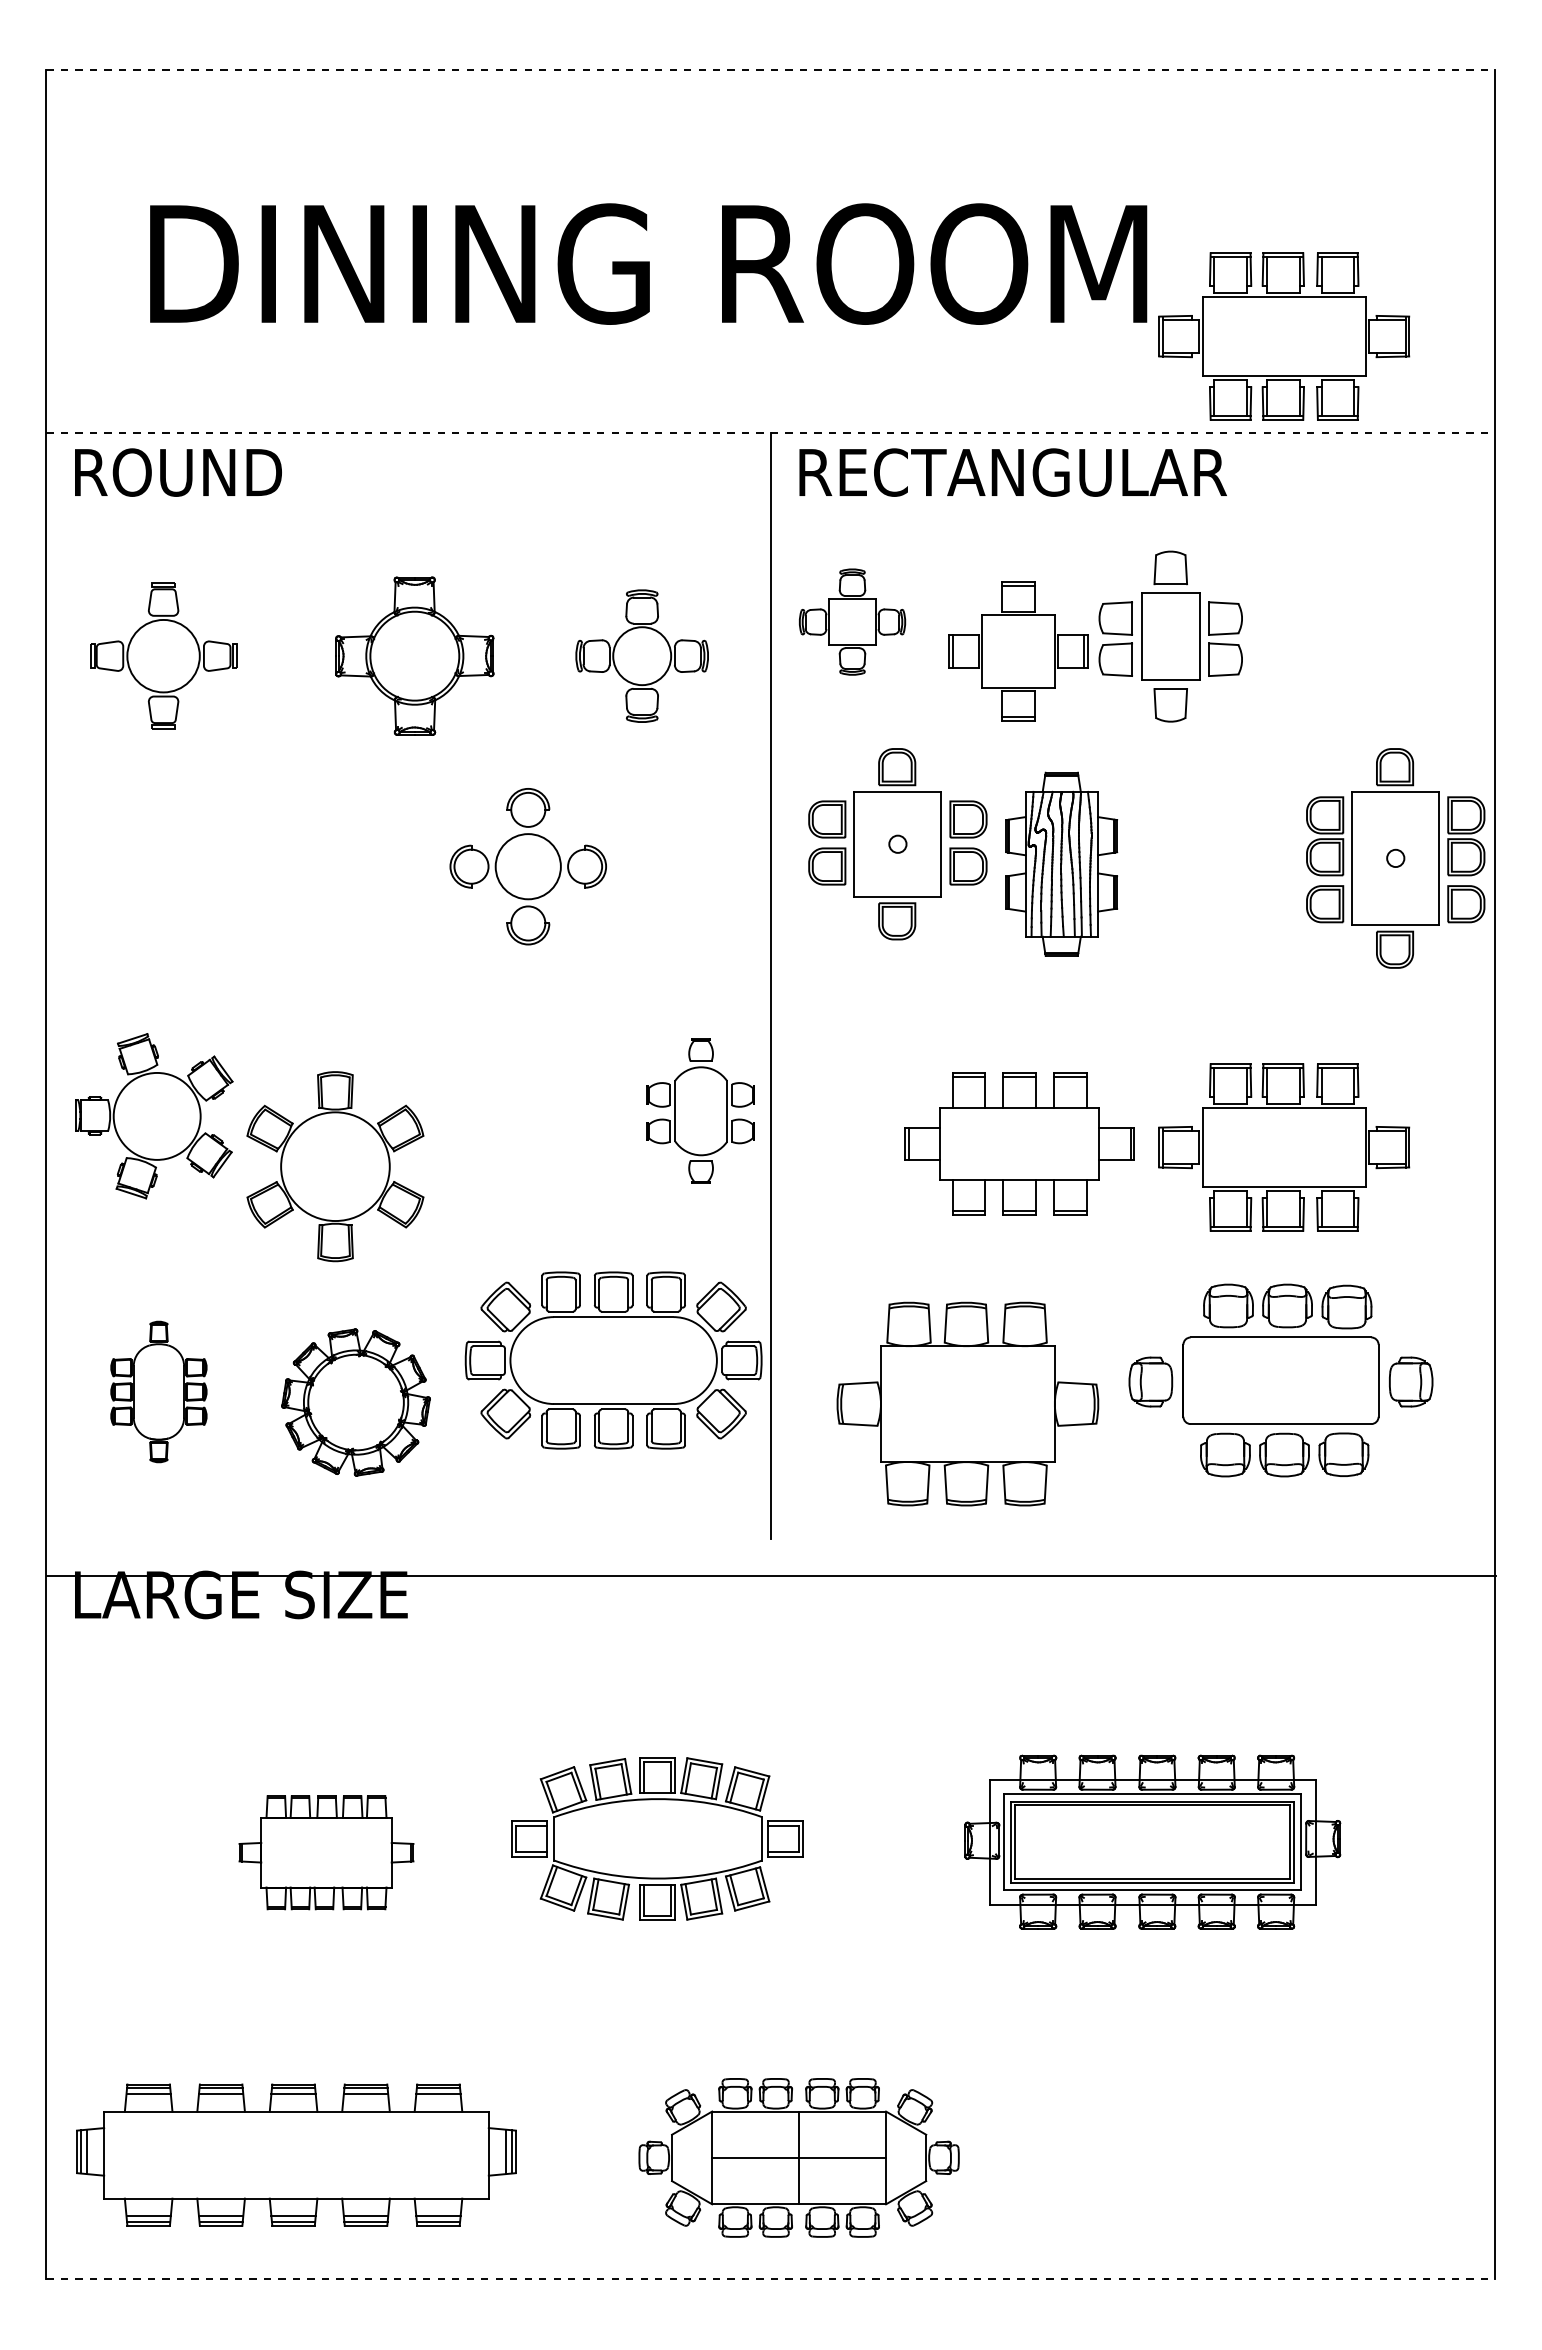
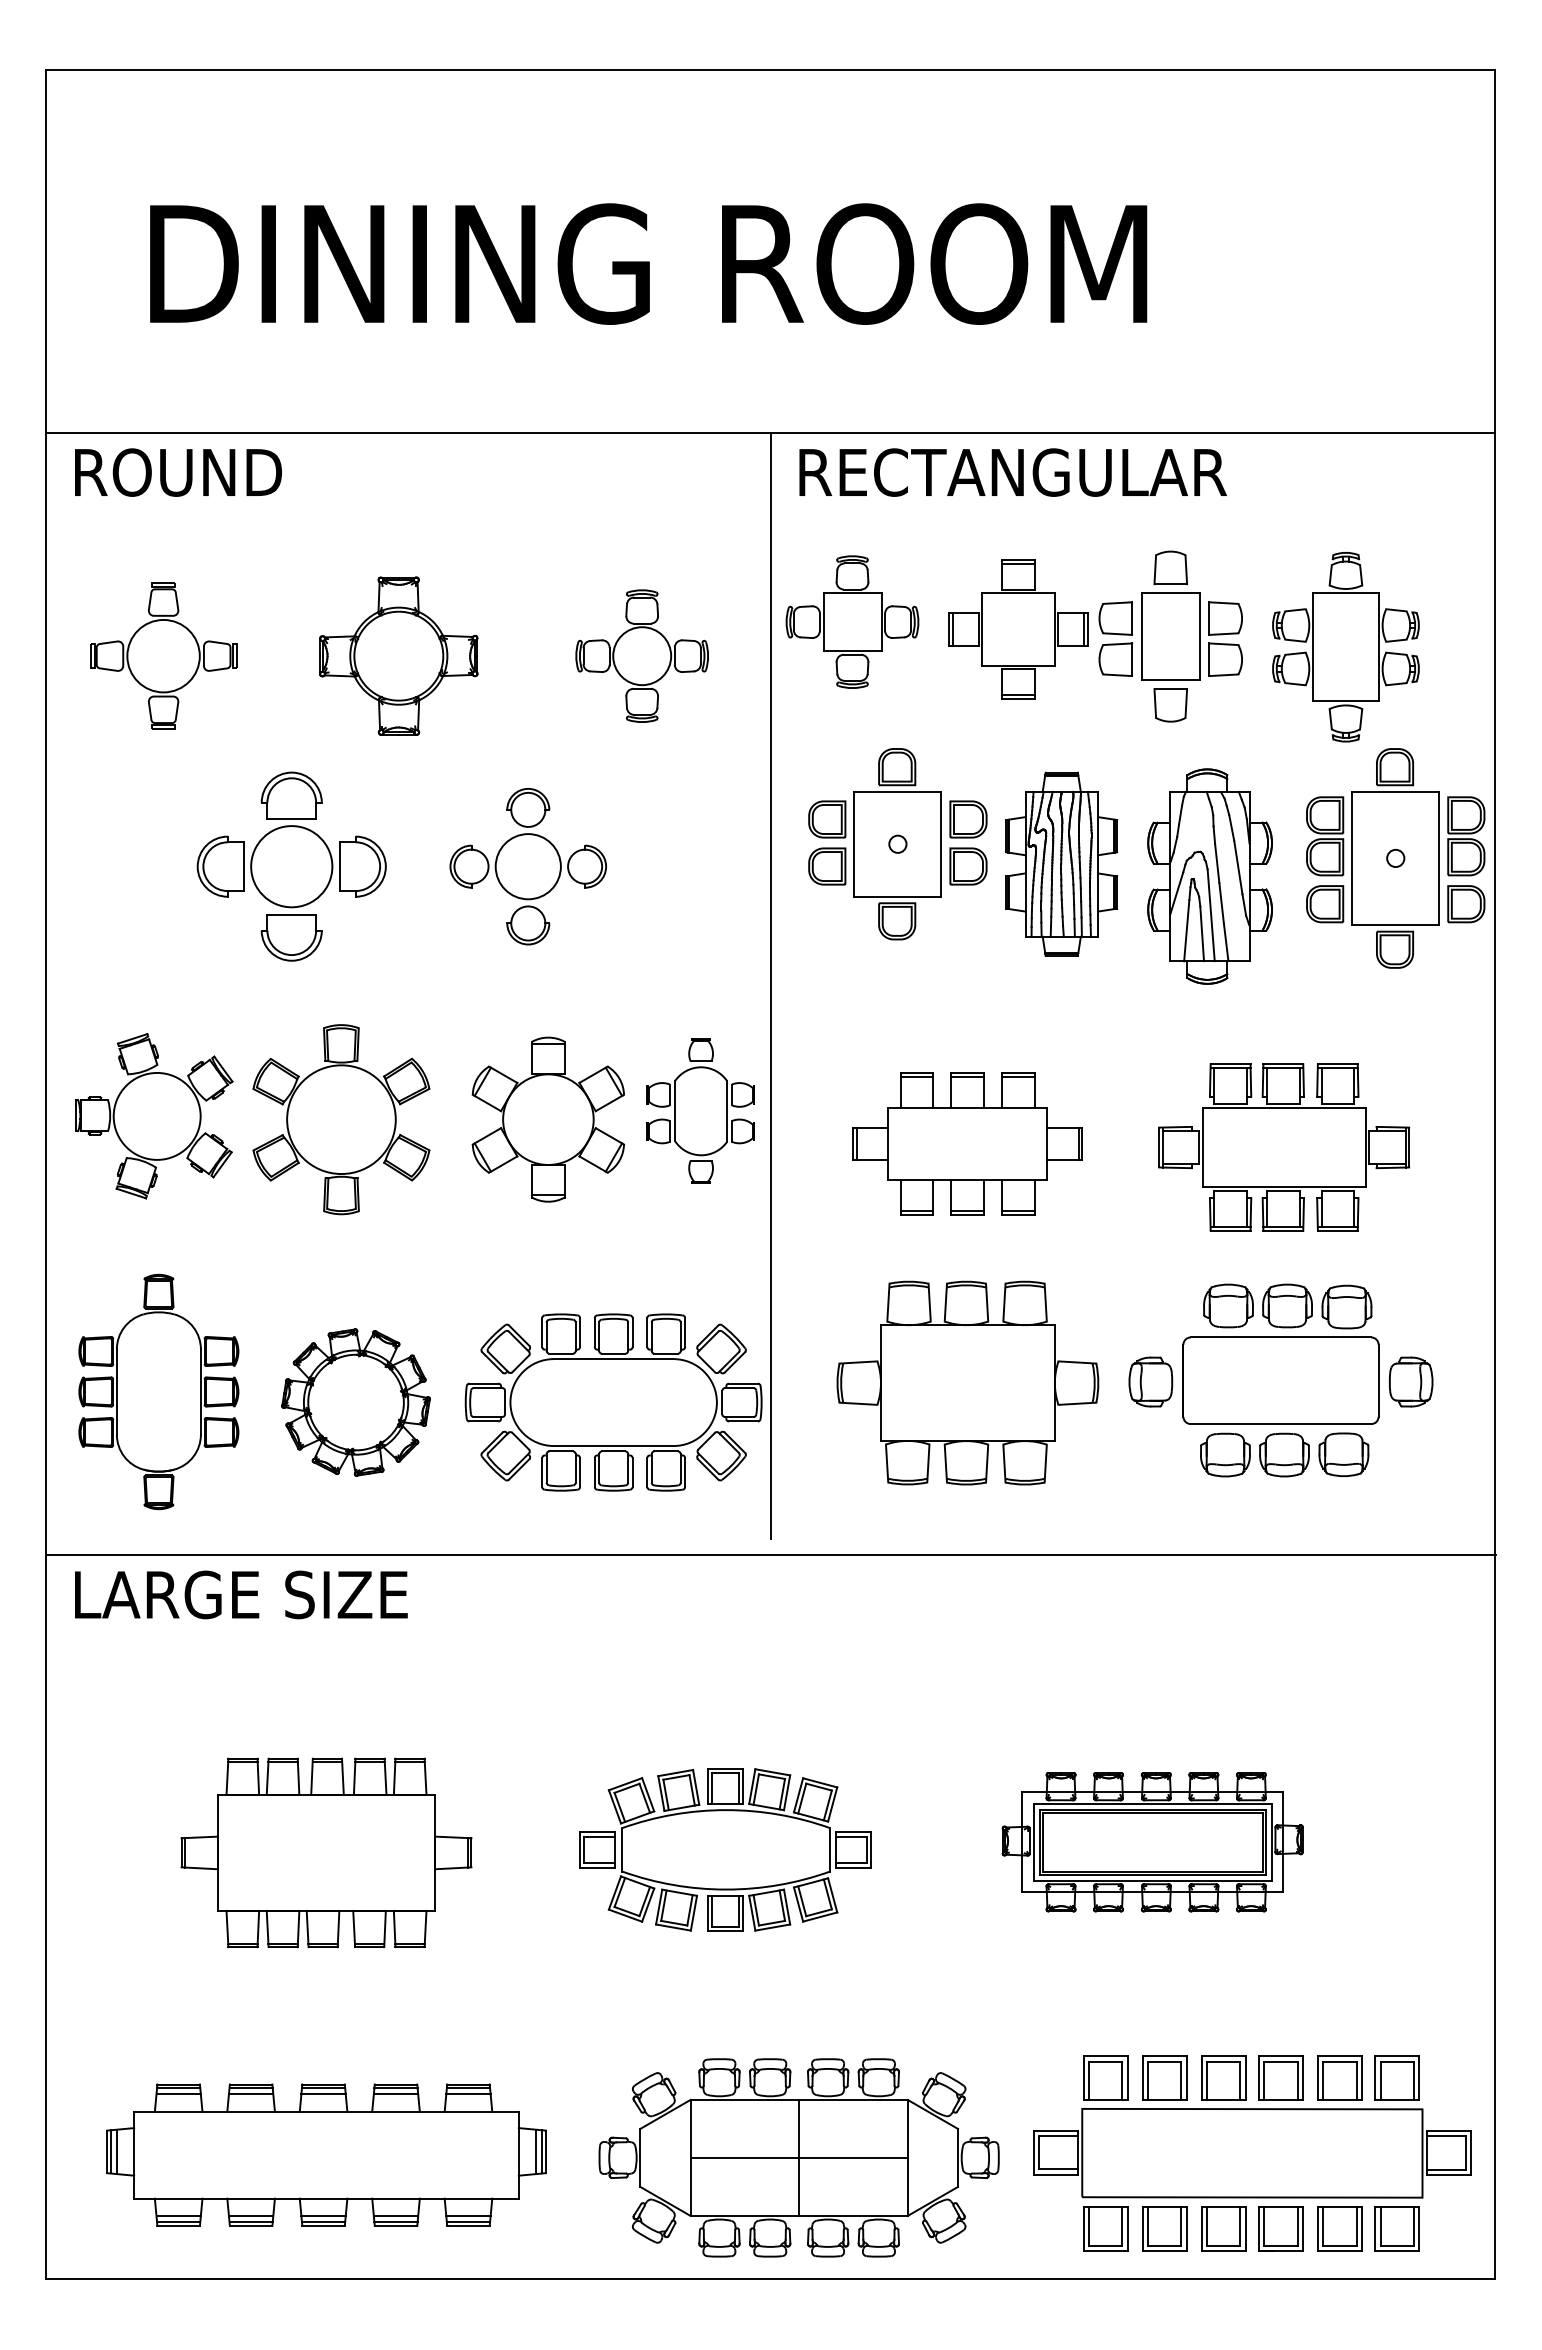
line at (770, 70): dashed -> solid
part at (1284, 336): present -> none
line at (770, 432): dashed -> solid
part at (852, 621) size: 108x108 px -> 135x134 px
part at (1345, 647): none -> present
part at (1018, 651) position: (1018, 651) -> (1018, 629)
part at (414, 655) position: (414, 655) -> (398, 655)
part at (291, 866): none -> present
part at (1209, 876): none -> present
part at (548, 1119): none -> present
part at (1019, 1143) position: (1019, 1143) -> (967, 1143)
part at (335, 1166) position: (335, 1166) -> (341, 1119)
part at (613, 1360) position: (613, 1360) -> (613, 1402)
part at (158, 1391) size: 98x144 px -> 162x238 px
part at (967, 1403) position: (967, 1403) -> (967, 1382)
line at (770, 1576) position: (770, 1576) -> (770, 1555)
part at (657, 1838) position: (657, 1838) -> (725, 1849)
part at (1152, 1841) size: 378x176 px -> 303x141 px
part at (326, 1852) size: 177x116 px -> 293x191 px
part at (1252, 2153): none -> present
part at (296, 2154) position: (296, 2154) -> (326, 2154)
part at (798, 2157) size: 322x160 px -> 402x200 px
line at (770, 2279): dashed -> solid
